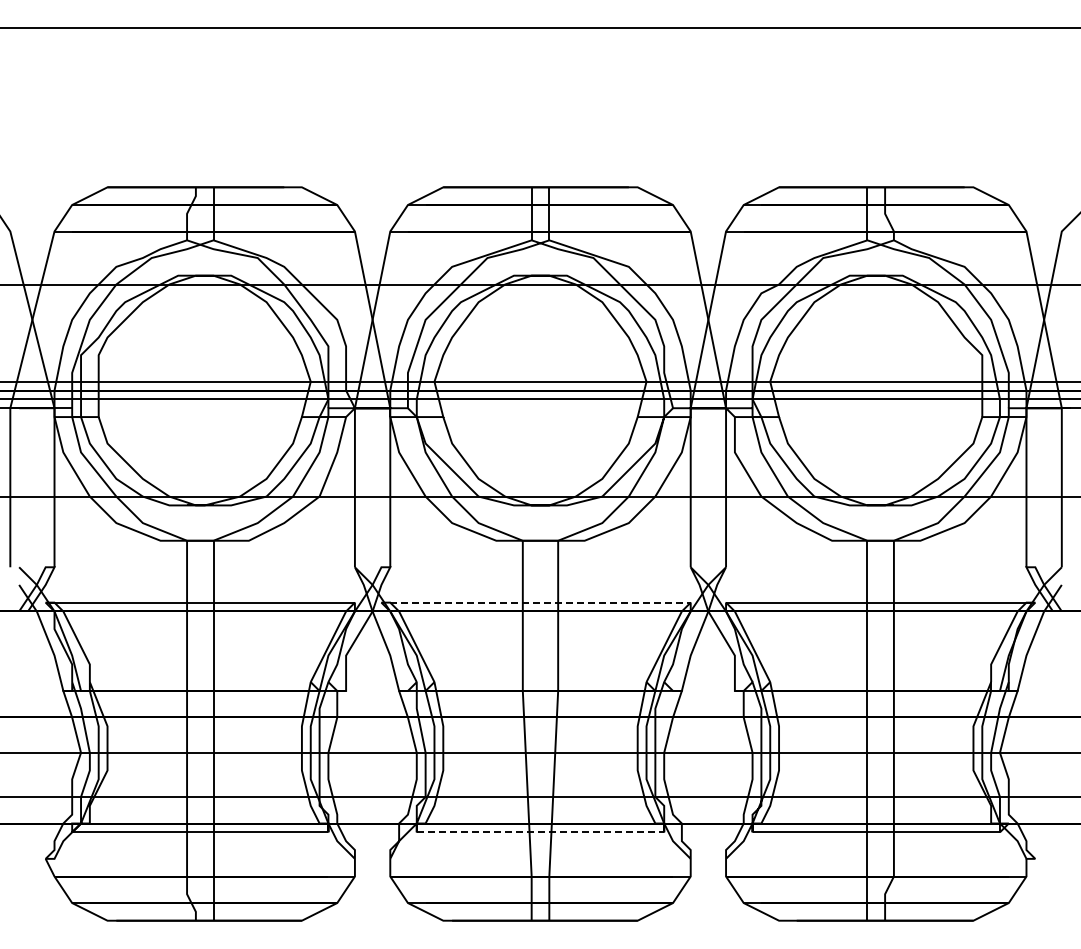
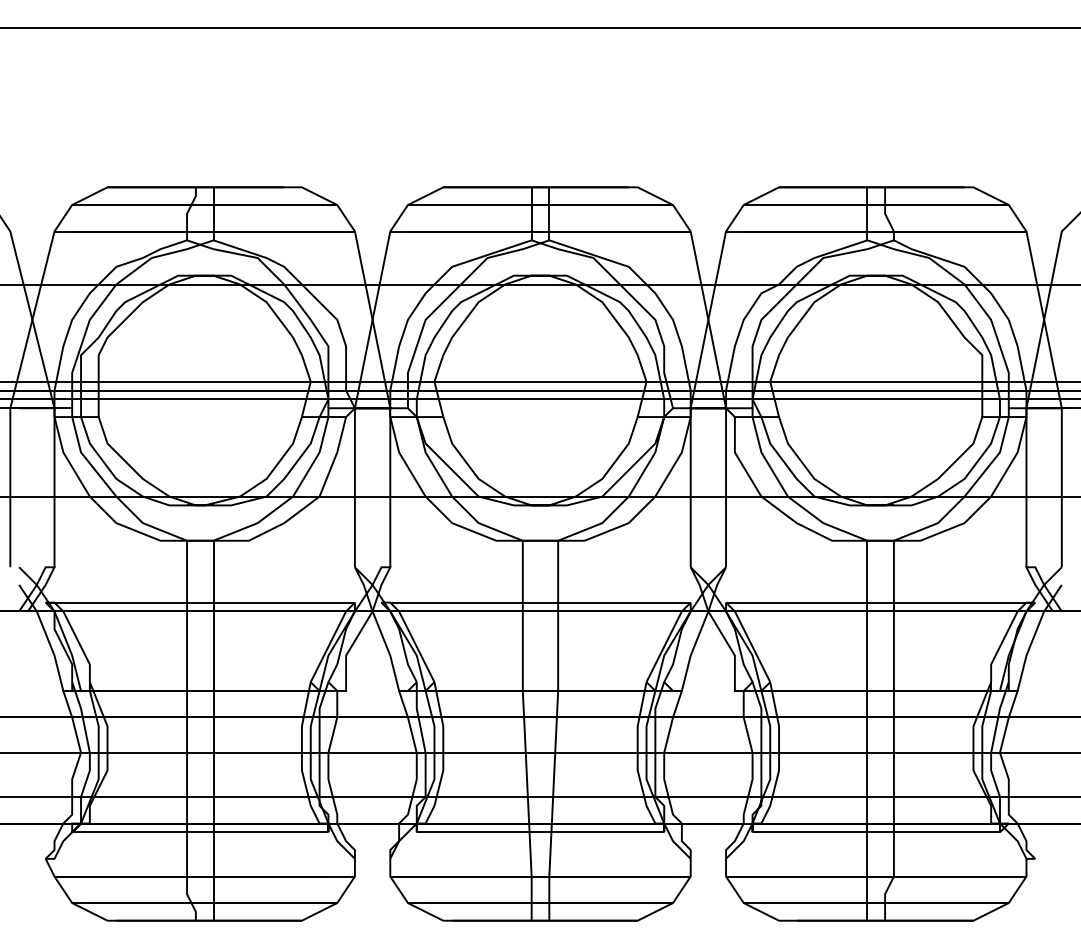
line at (541, 602): dashed -> solid
line at (540, 832): dashed -> solid
